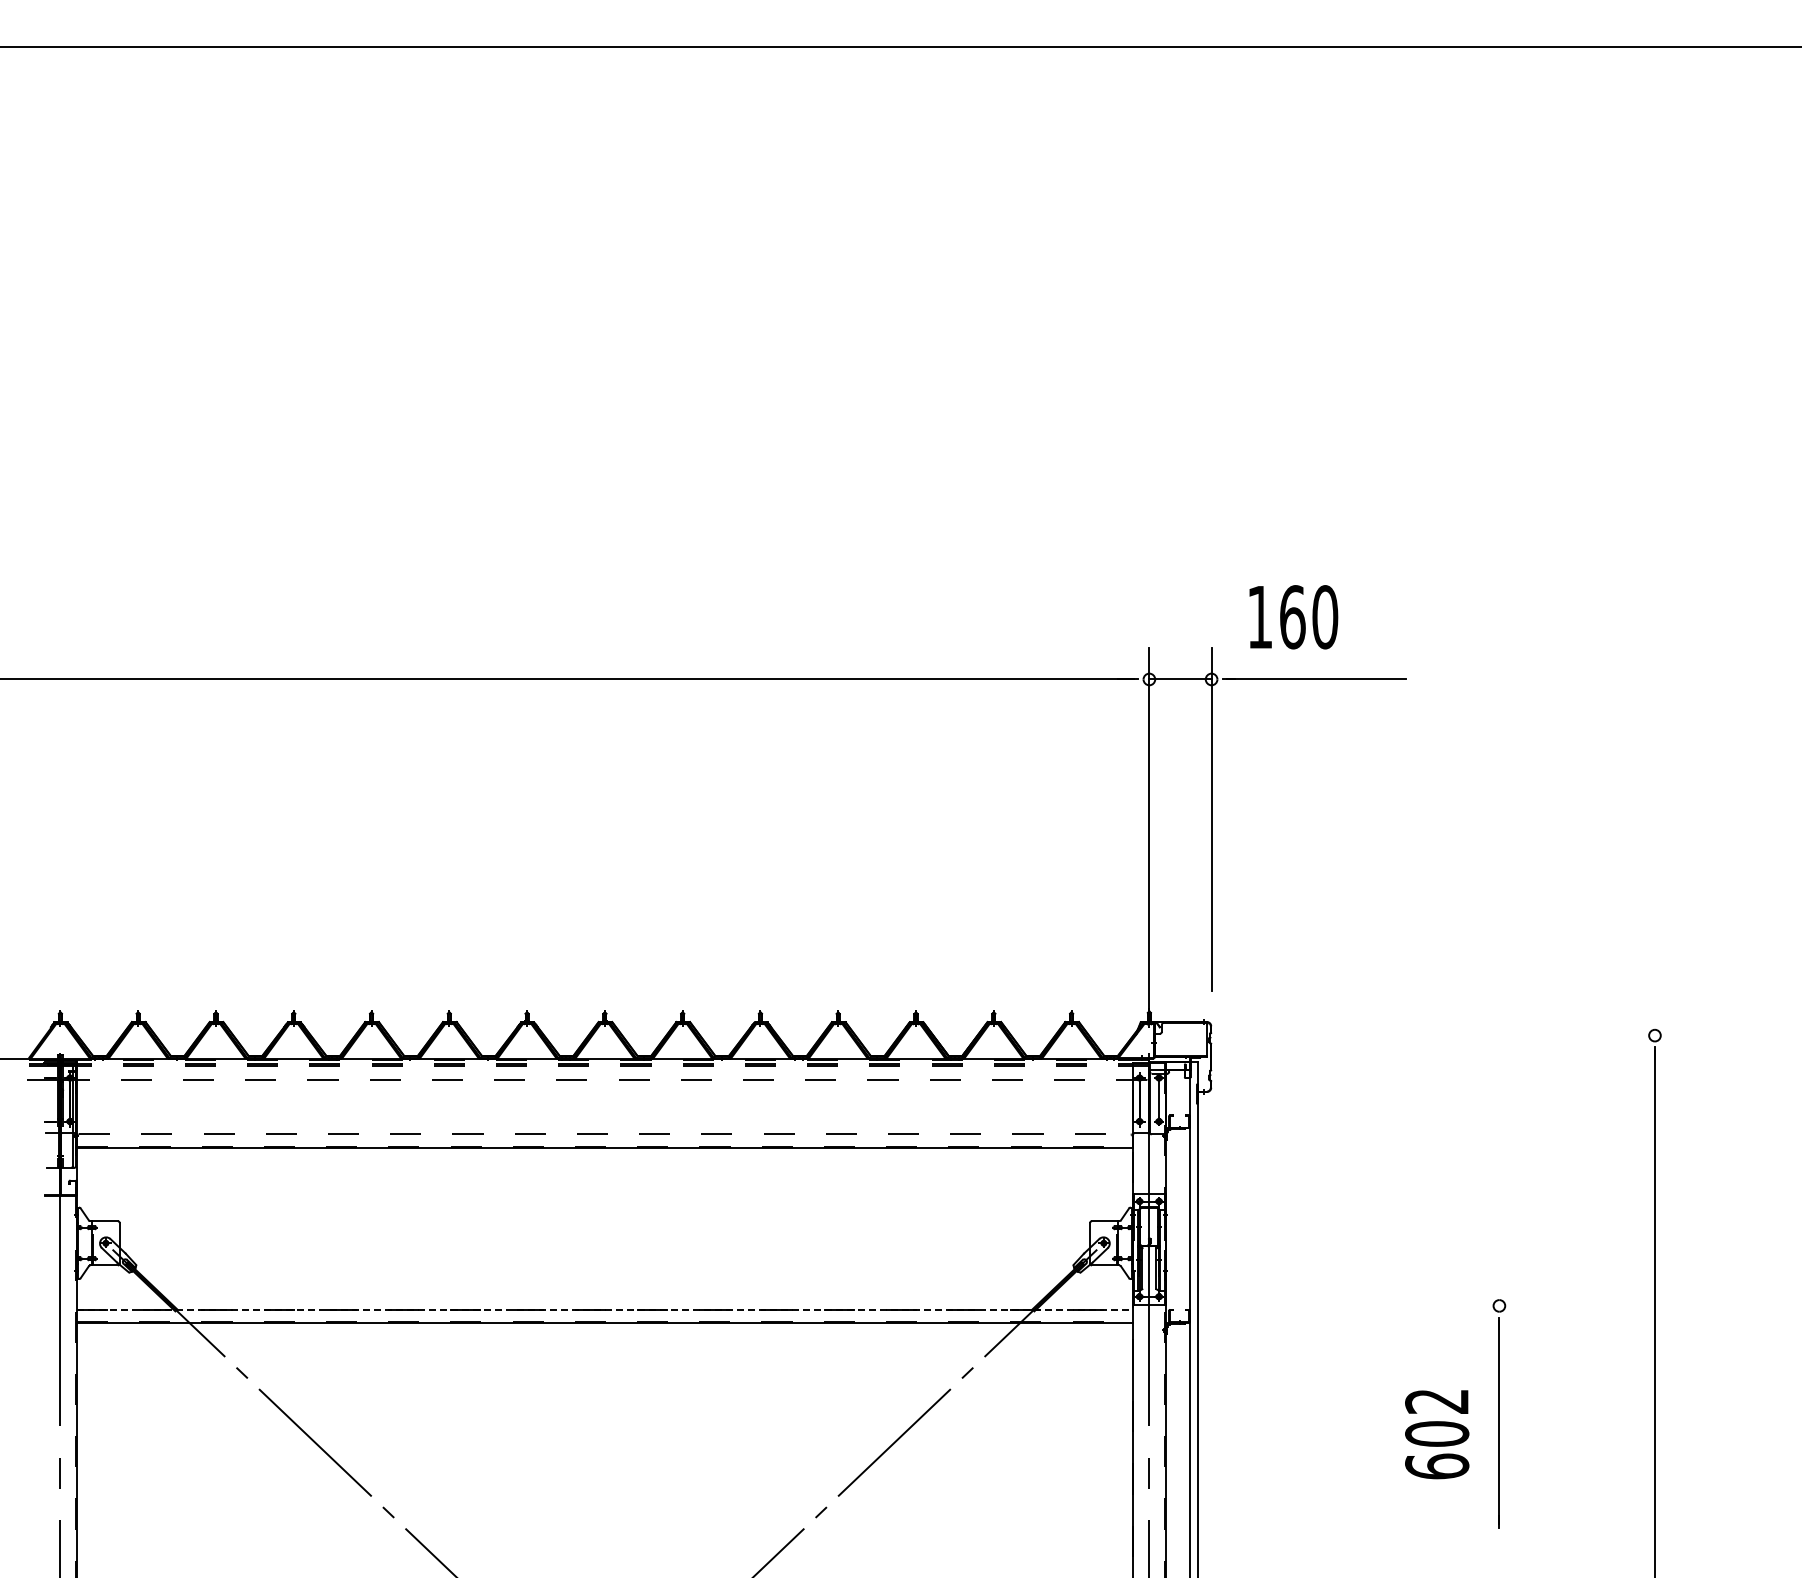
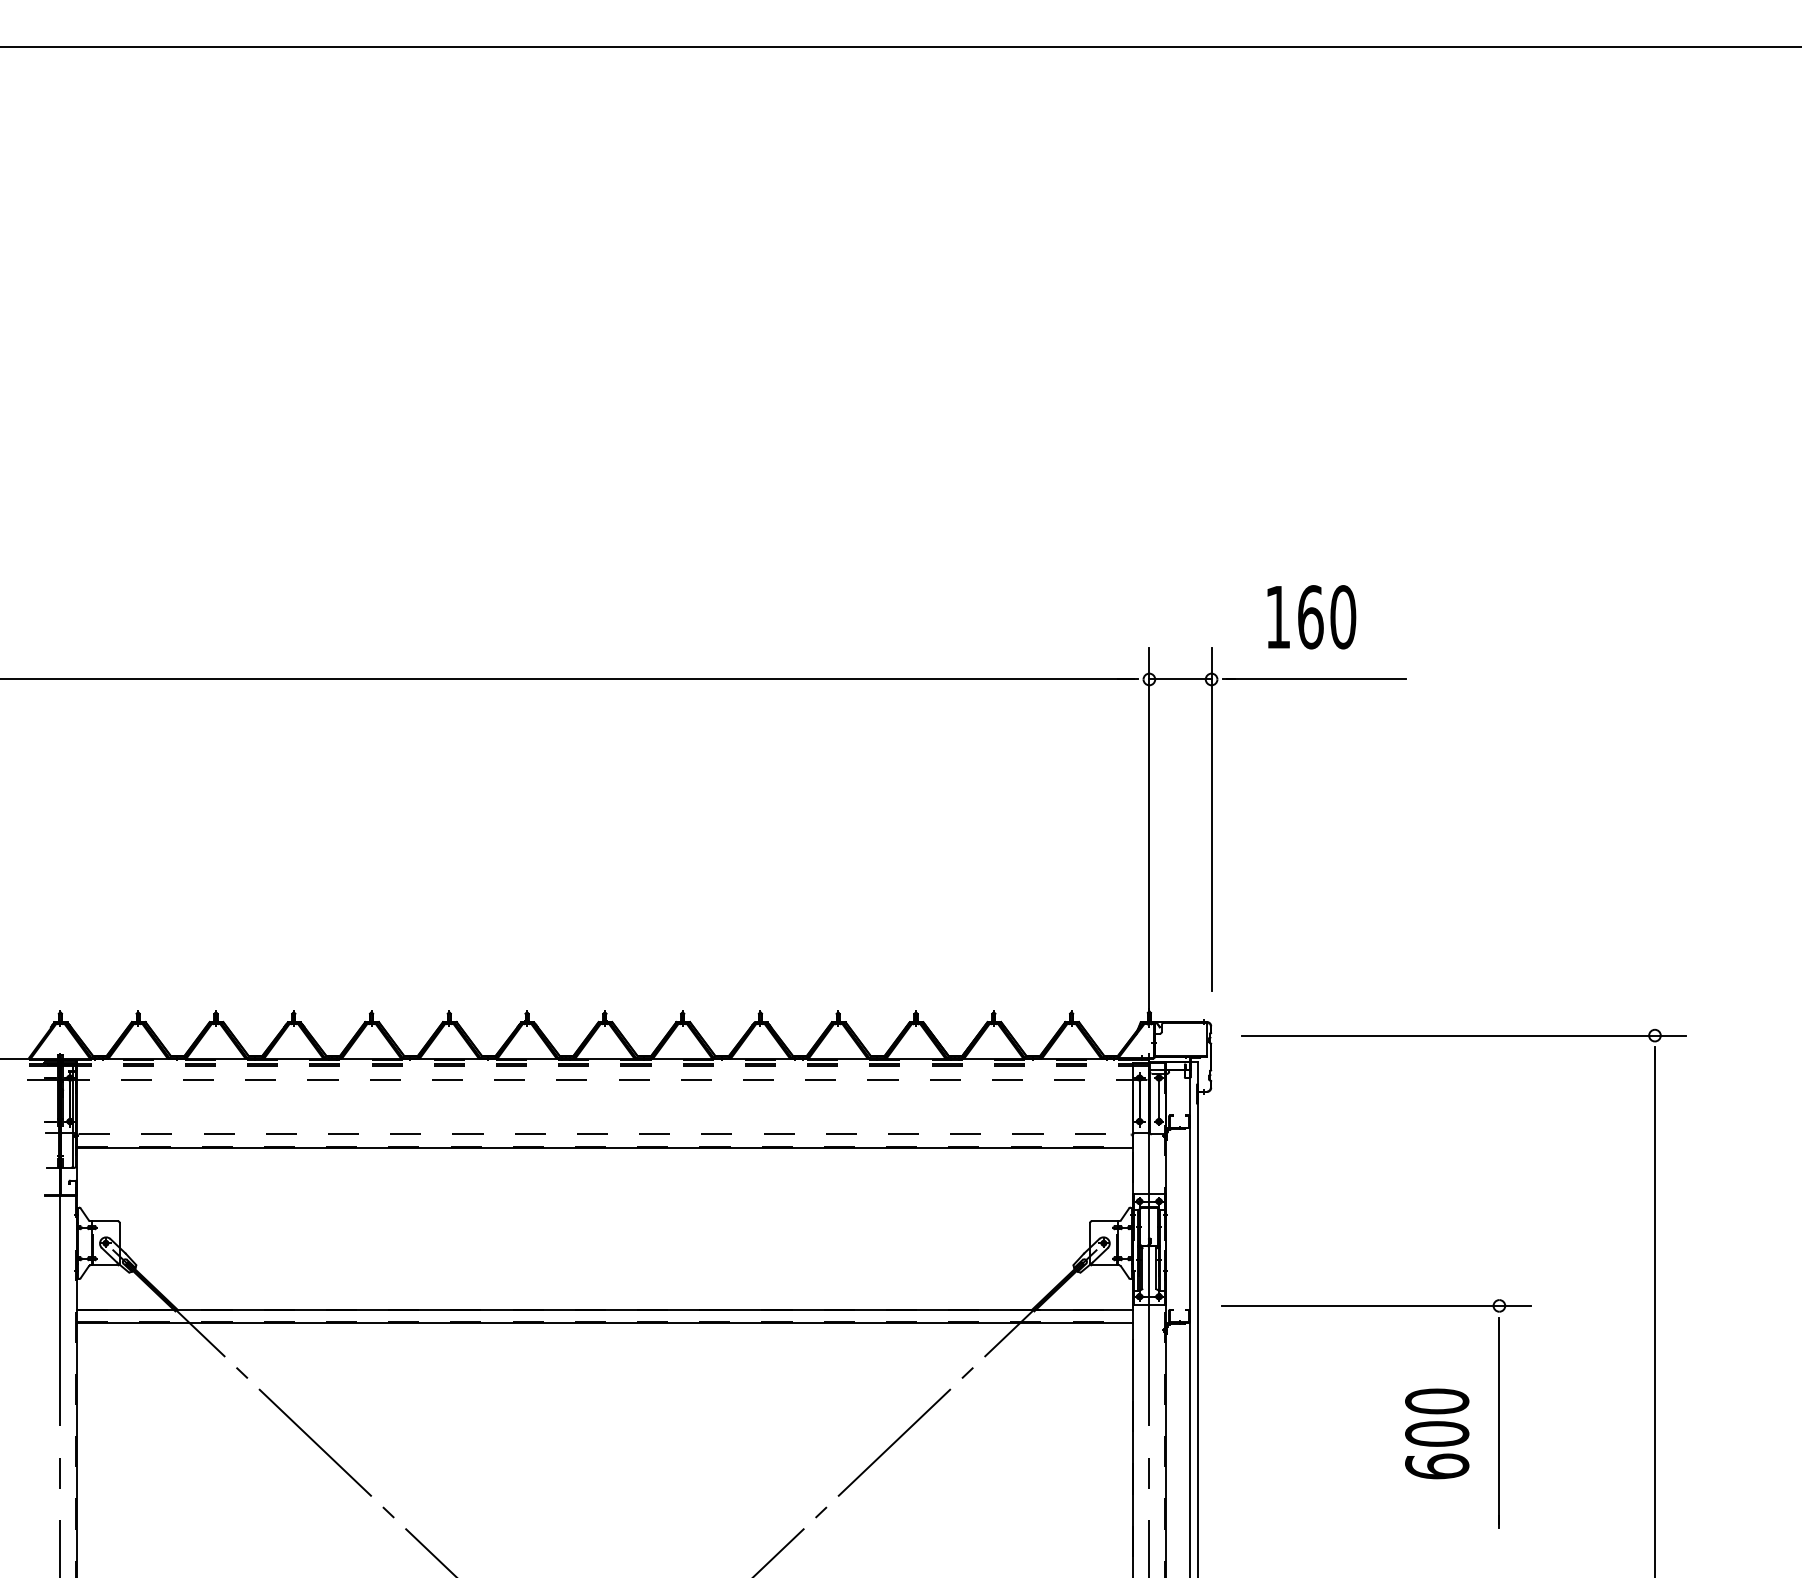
text at (1293, 617) position: (1293, 617) -> (1311, 617)
line at (1463, 1035): none -> present
line at (1375, 1305): none -> present
line at (604, 1309): dashed -> solid
text at (1437, 1401): 602 -> 600
